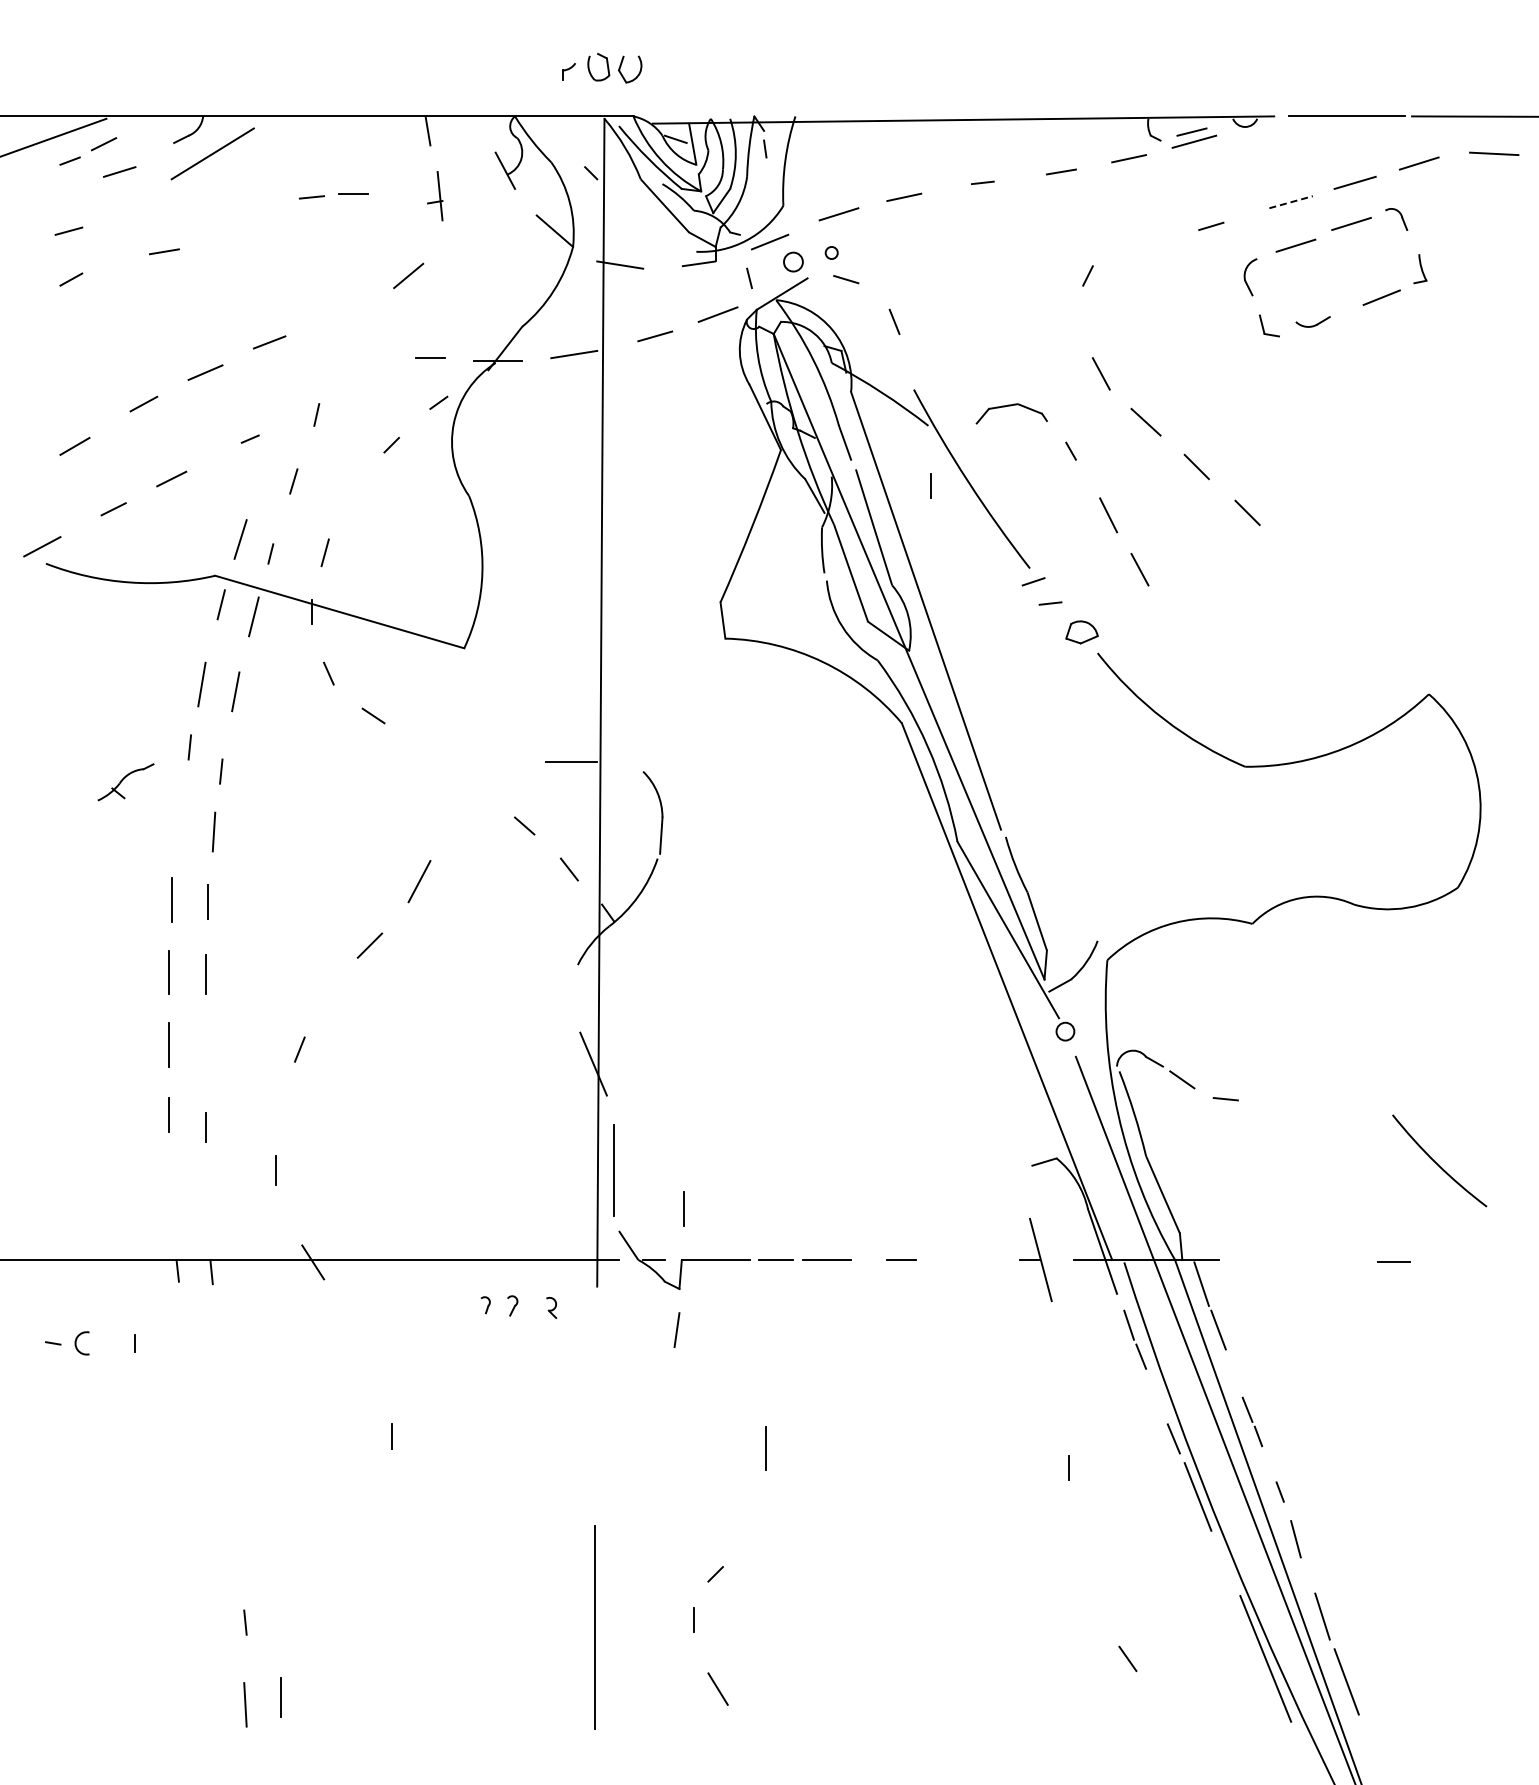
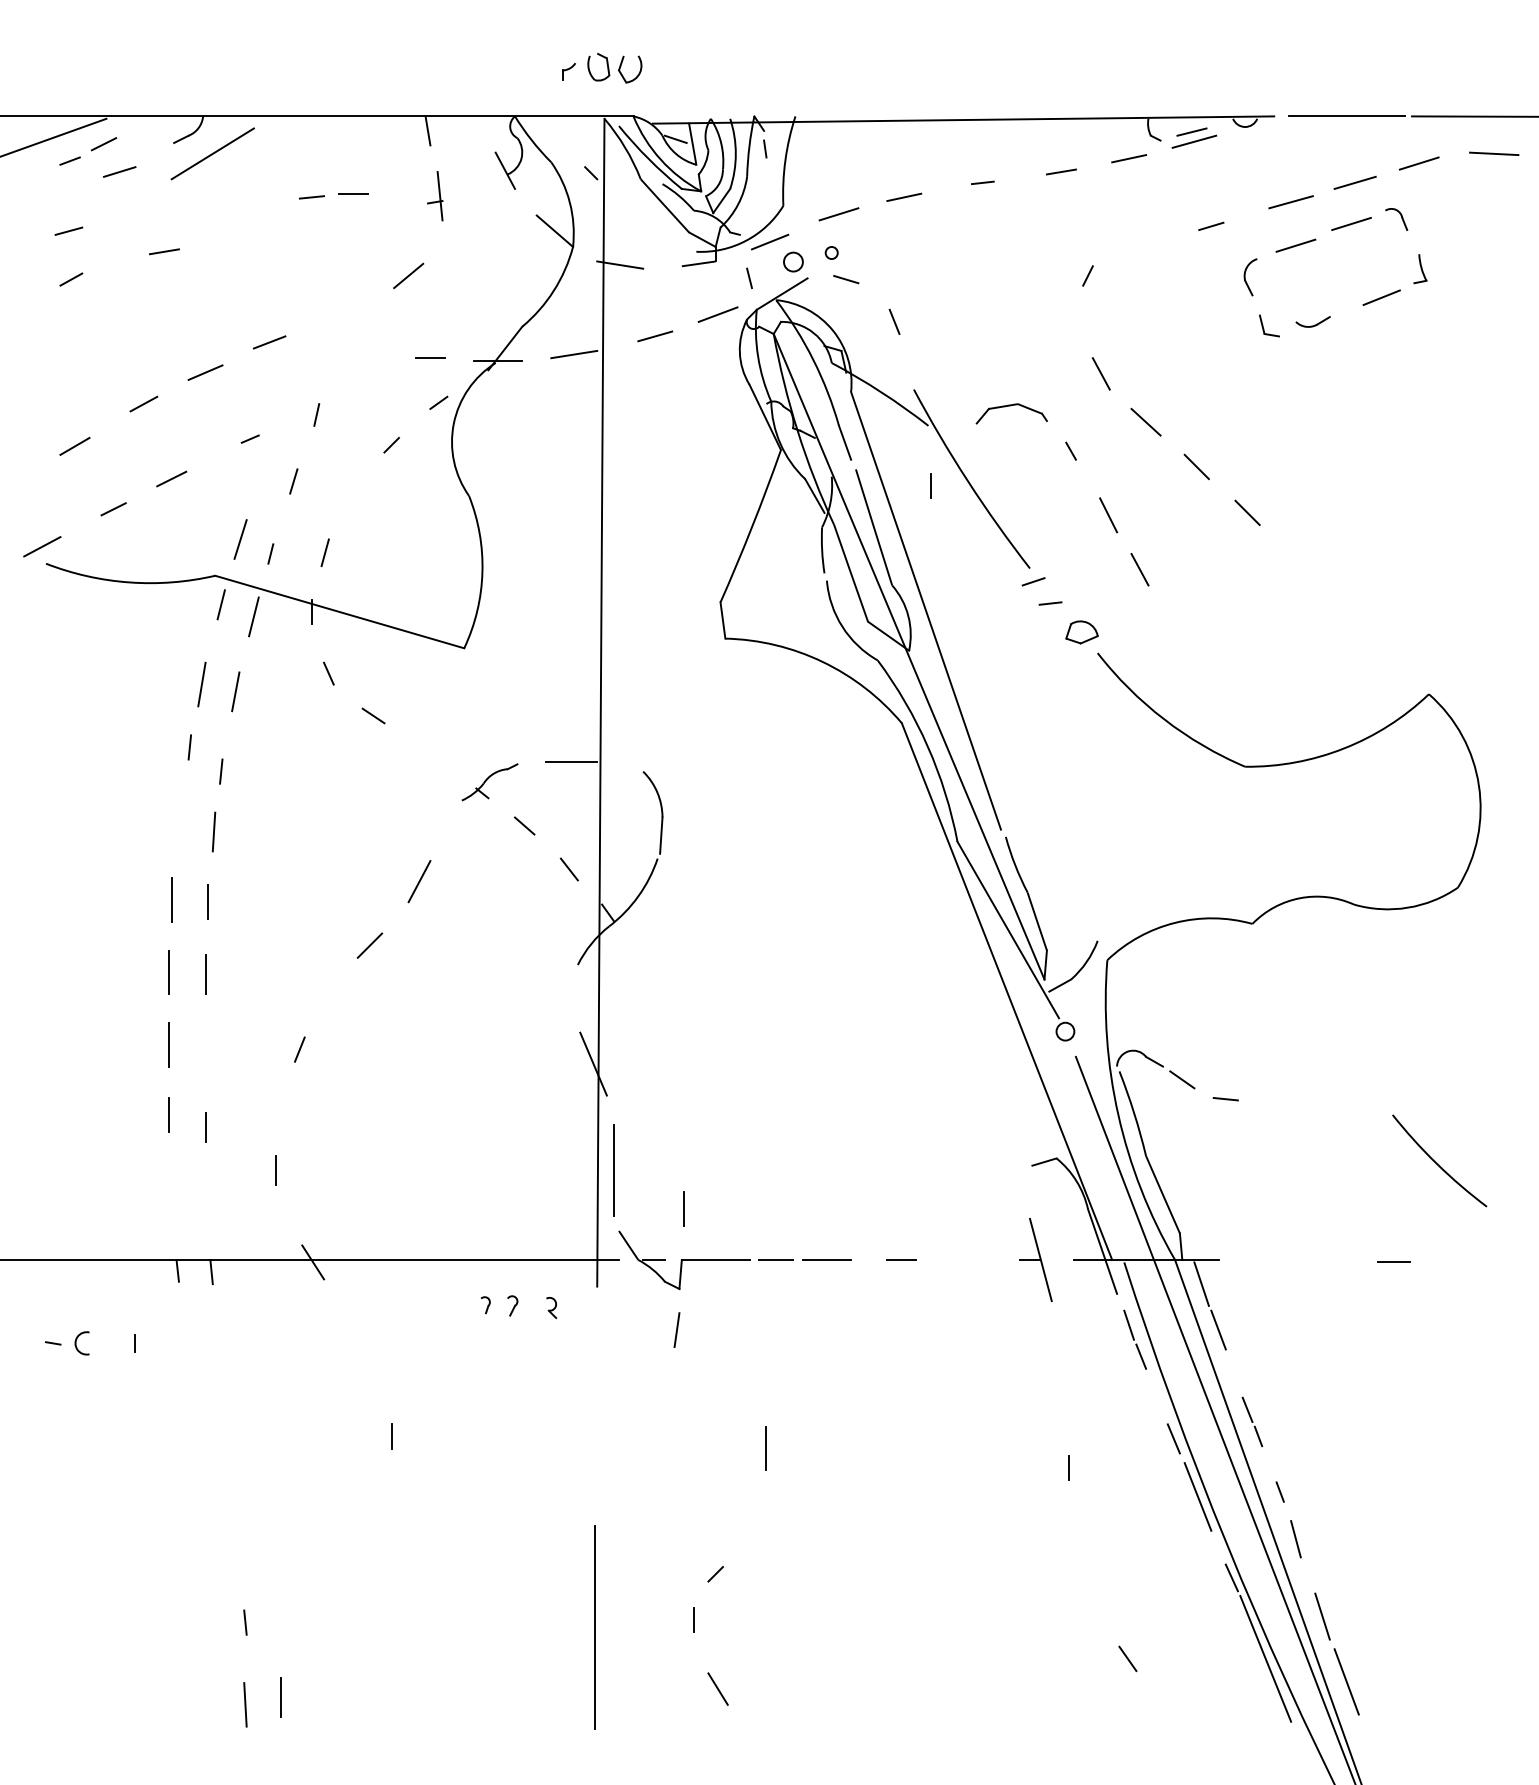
line at (1291, 202): dashed -> solid
part at (125, 782) position: (125, 782) -> (489, 782)
line at (1231, 1577): none -> present
